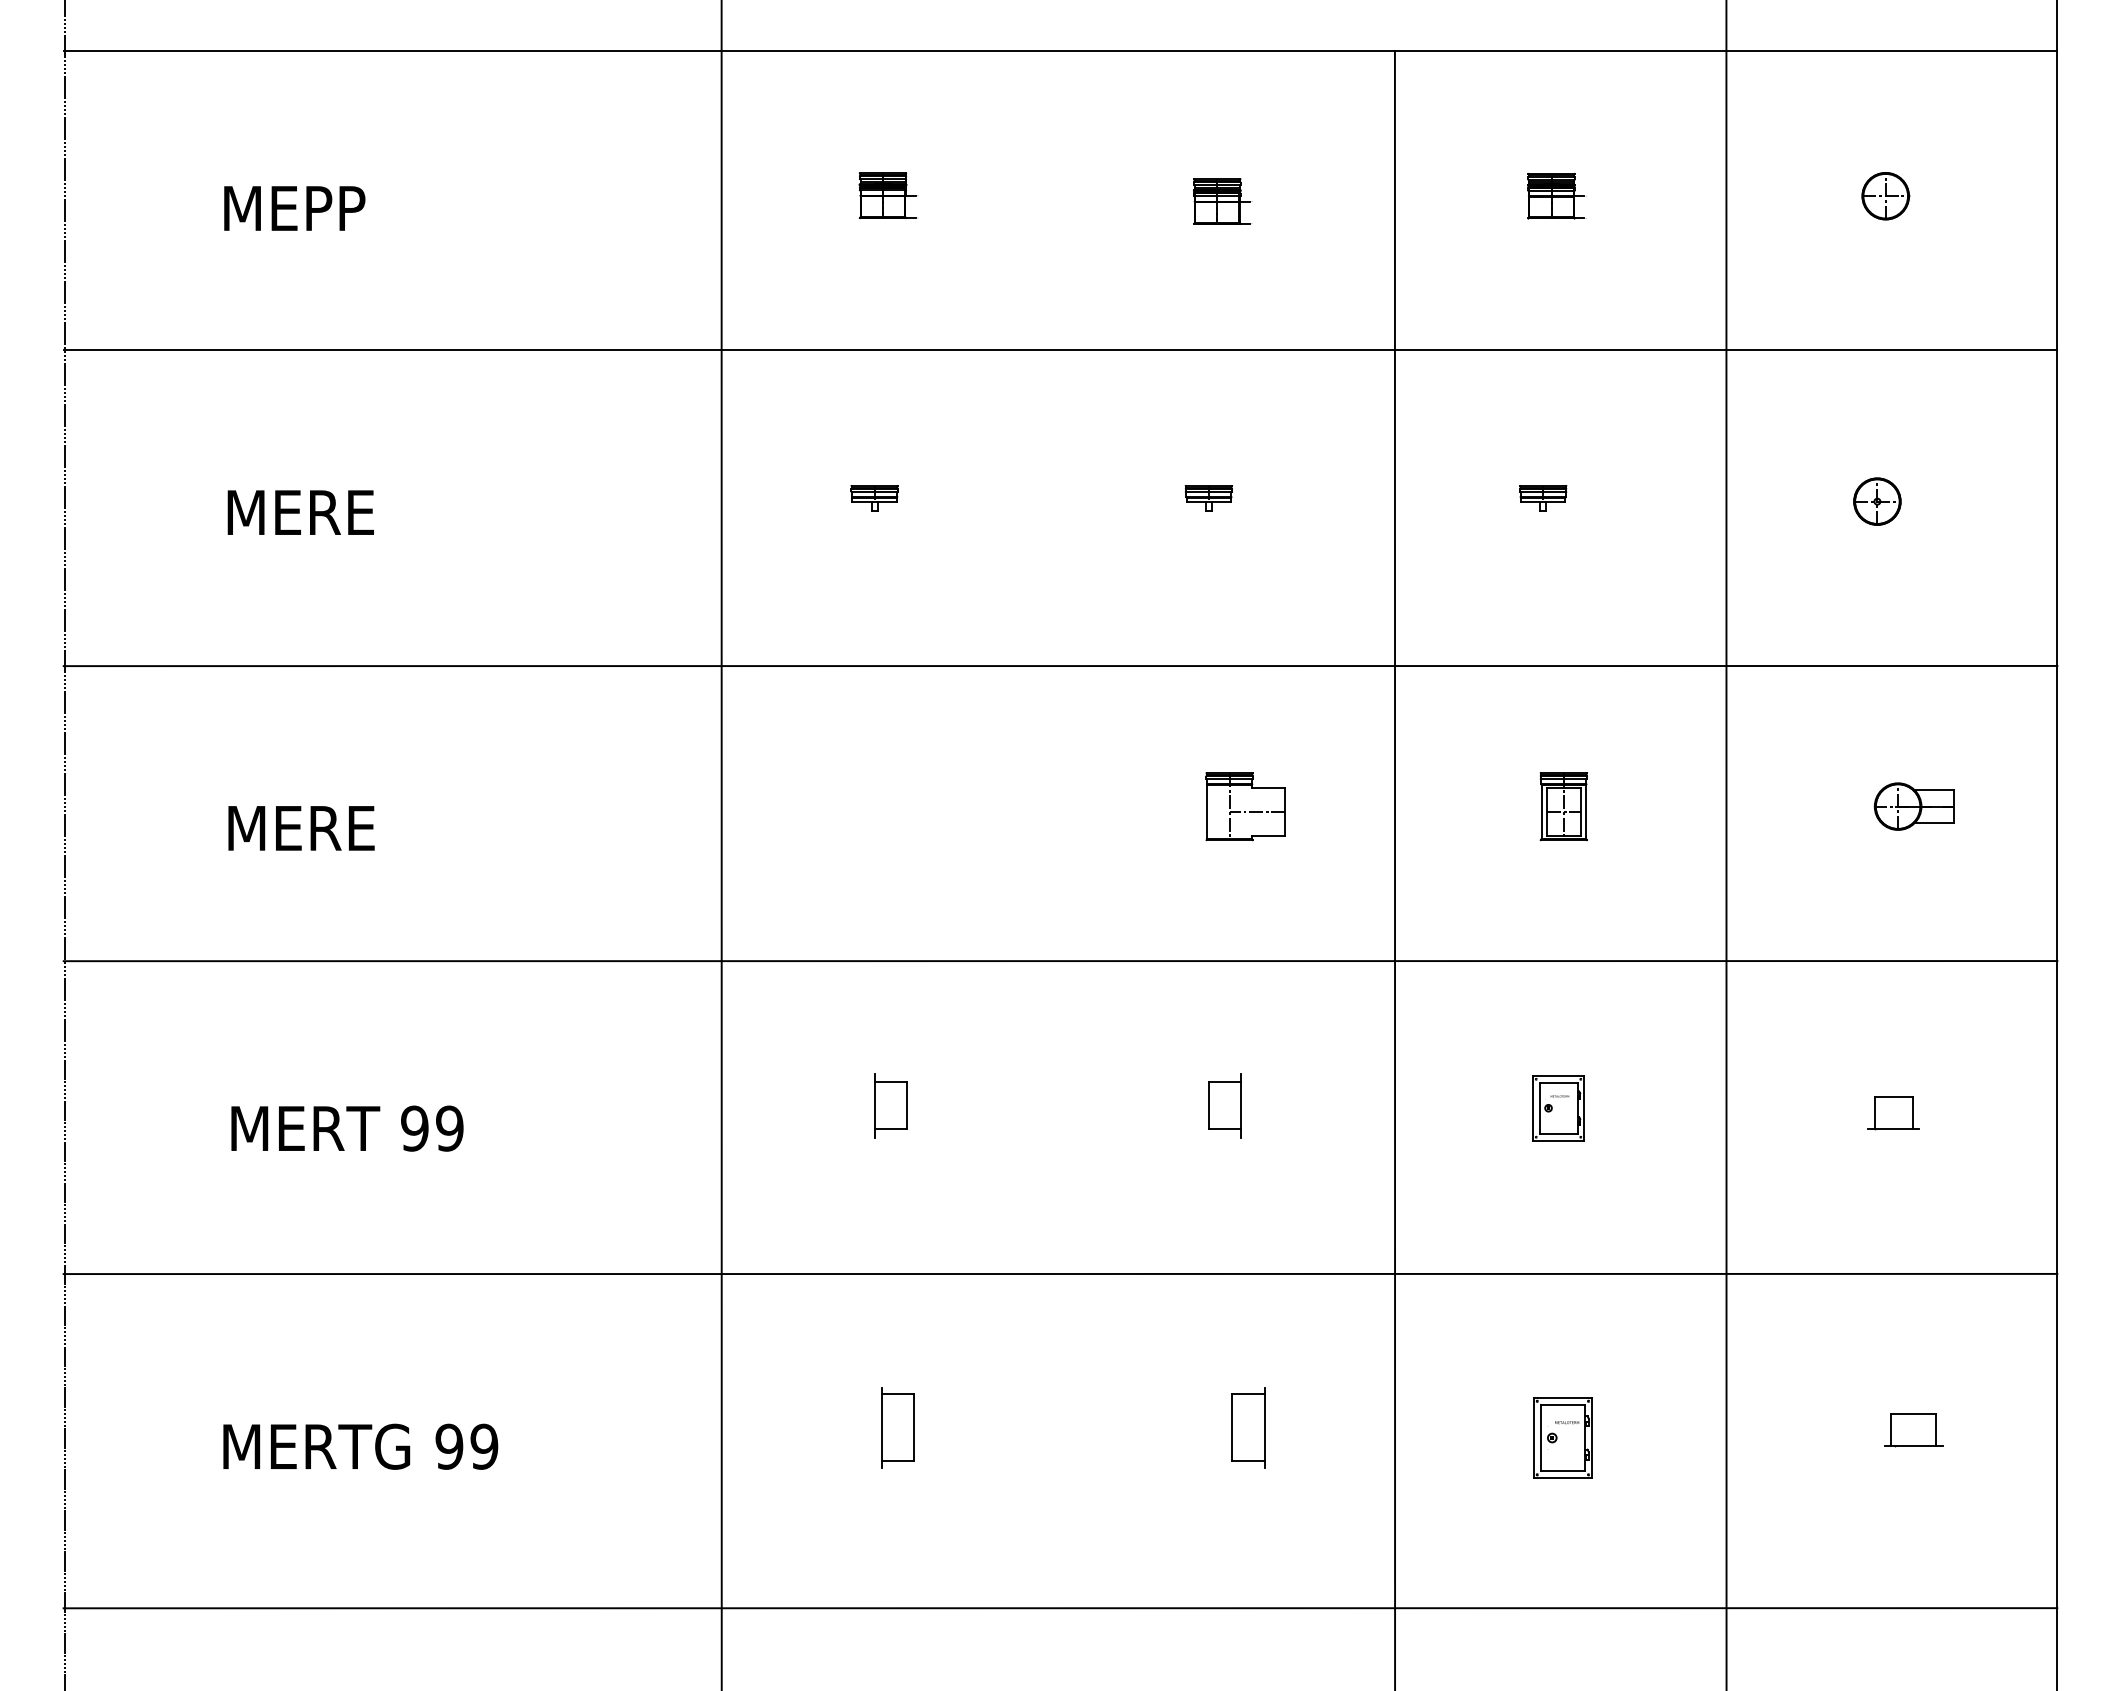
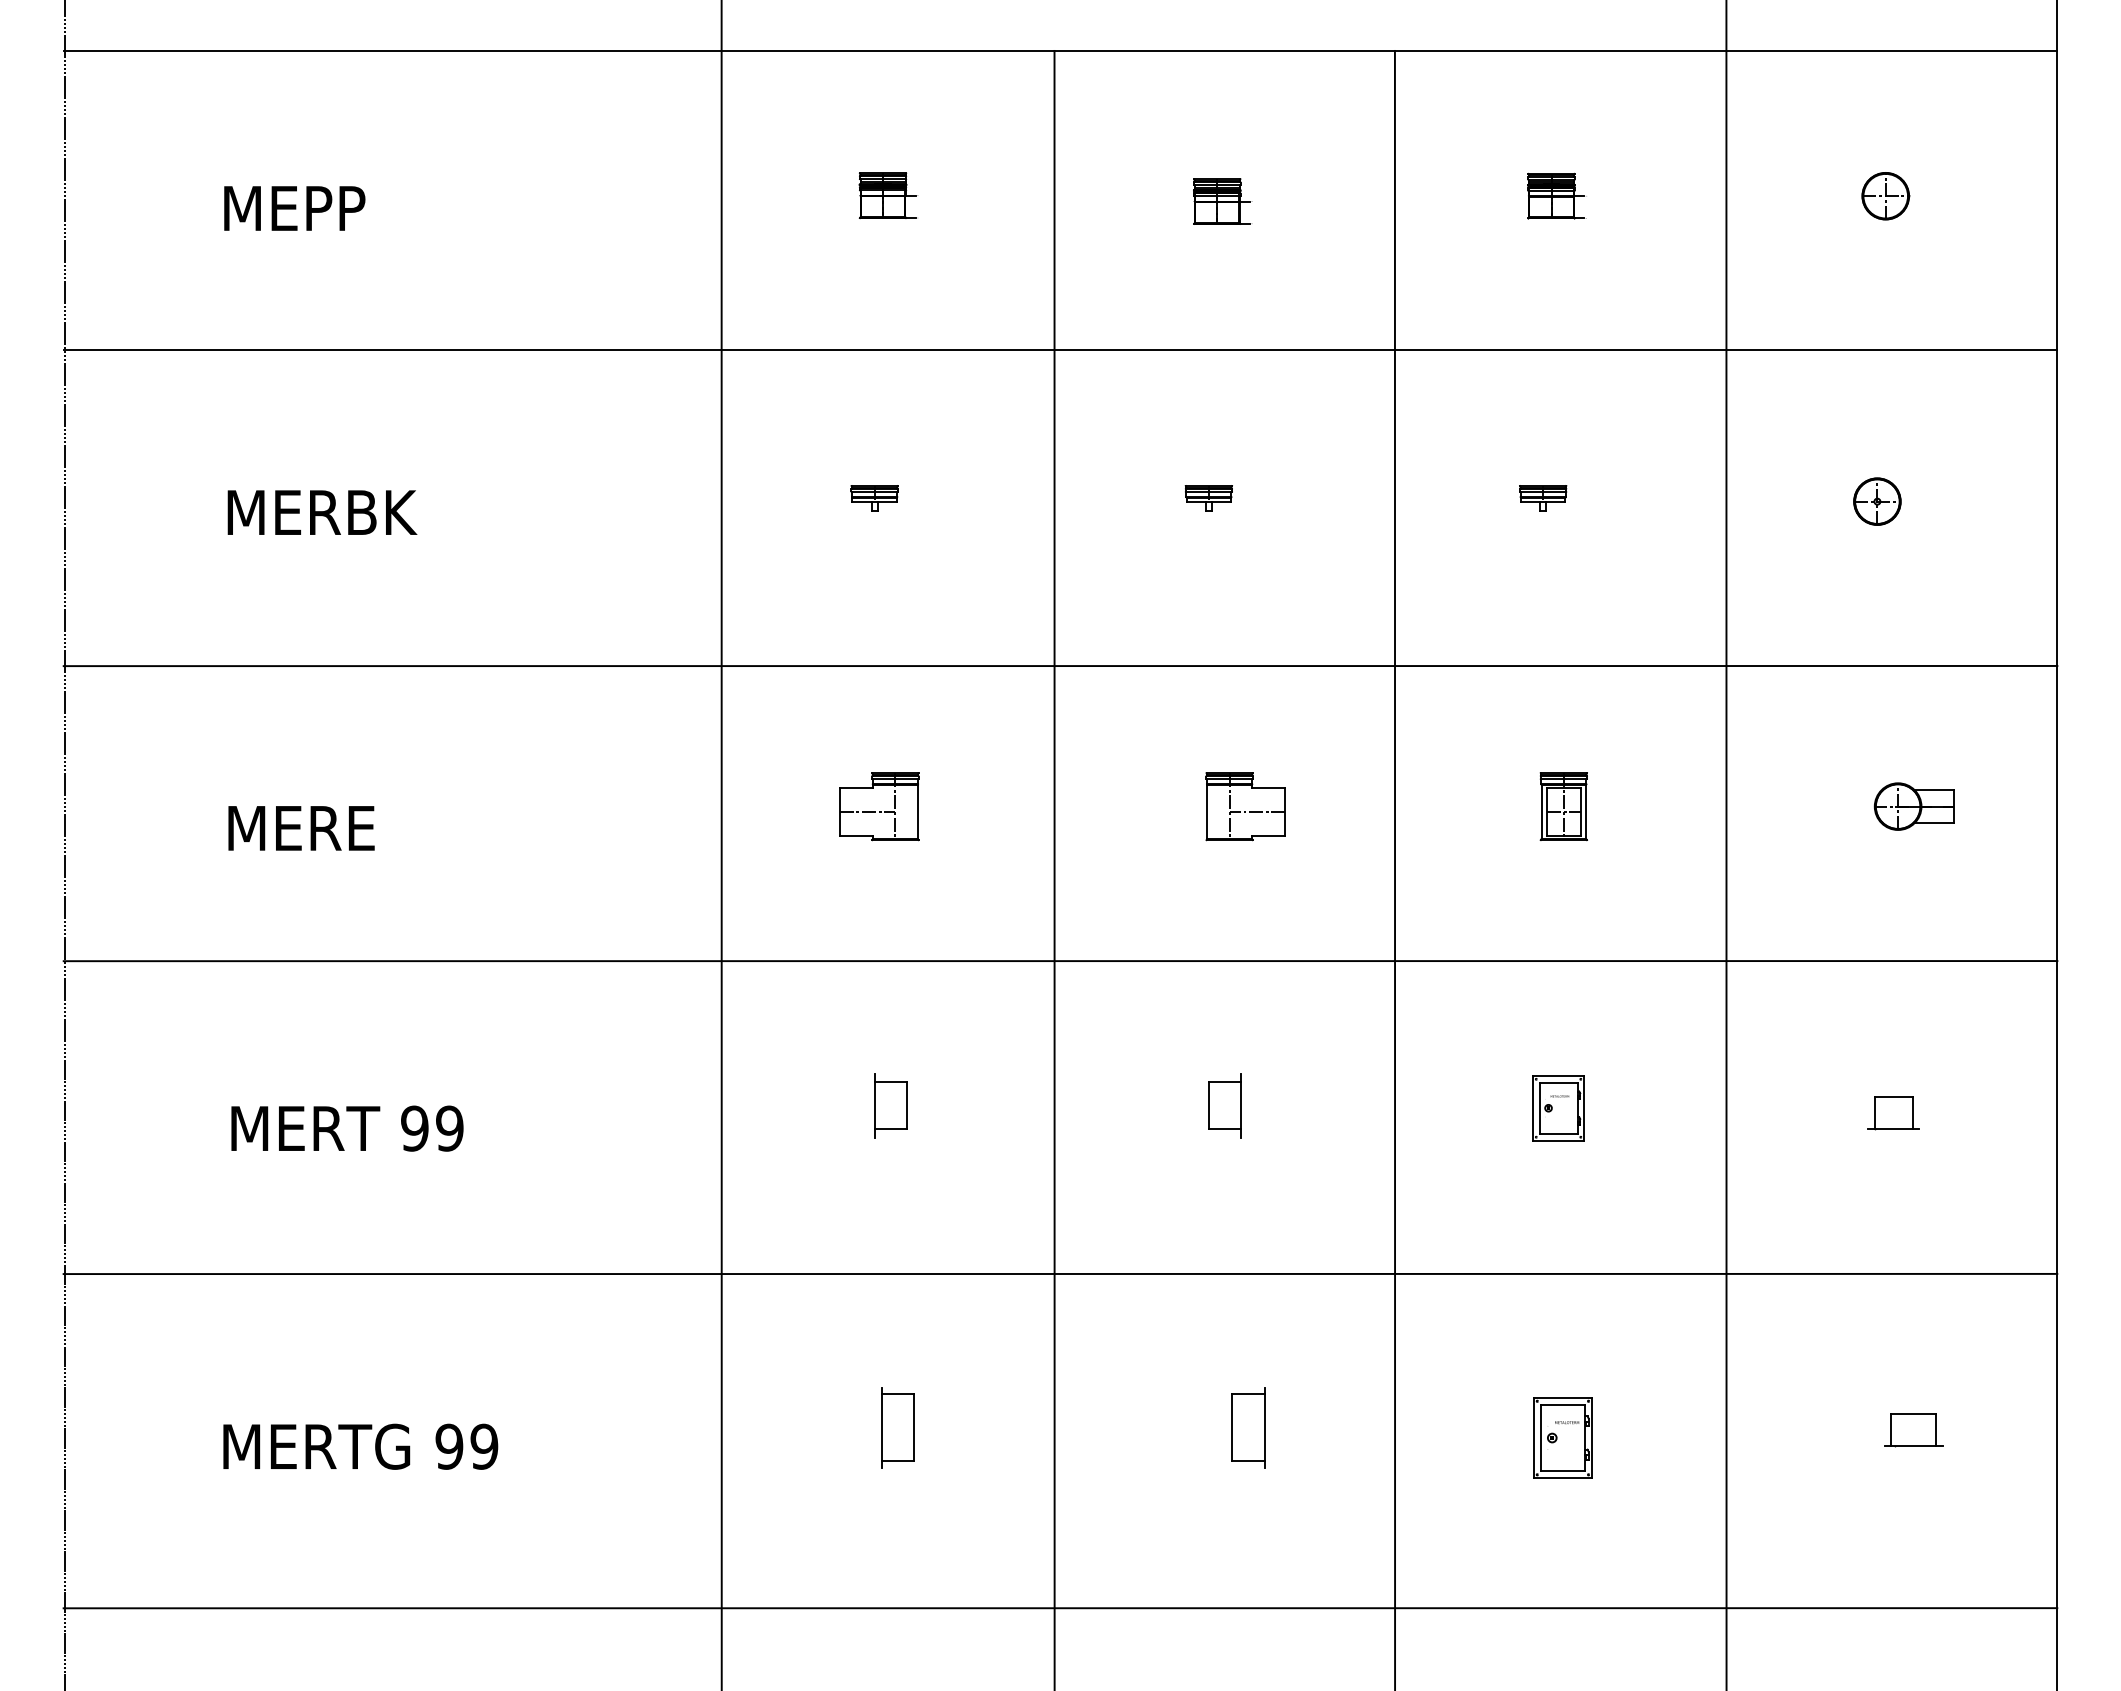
text at (385, 512): MERE -> MERBK
part at (879, 806): none -> present
line at (1054, 868): none -> present
